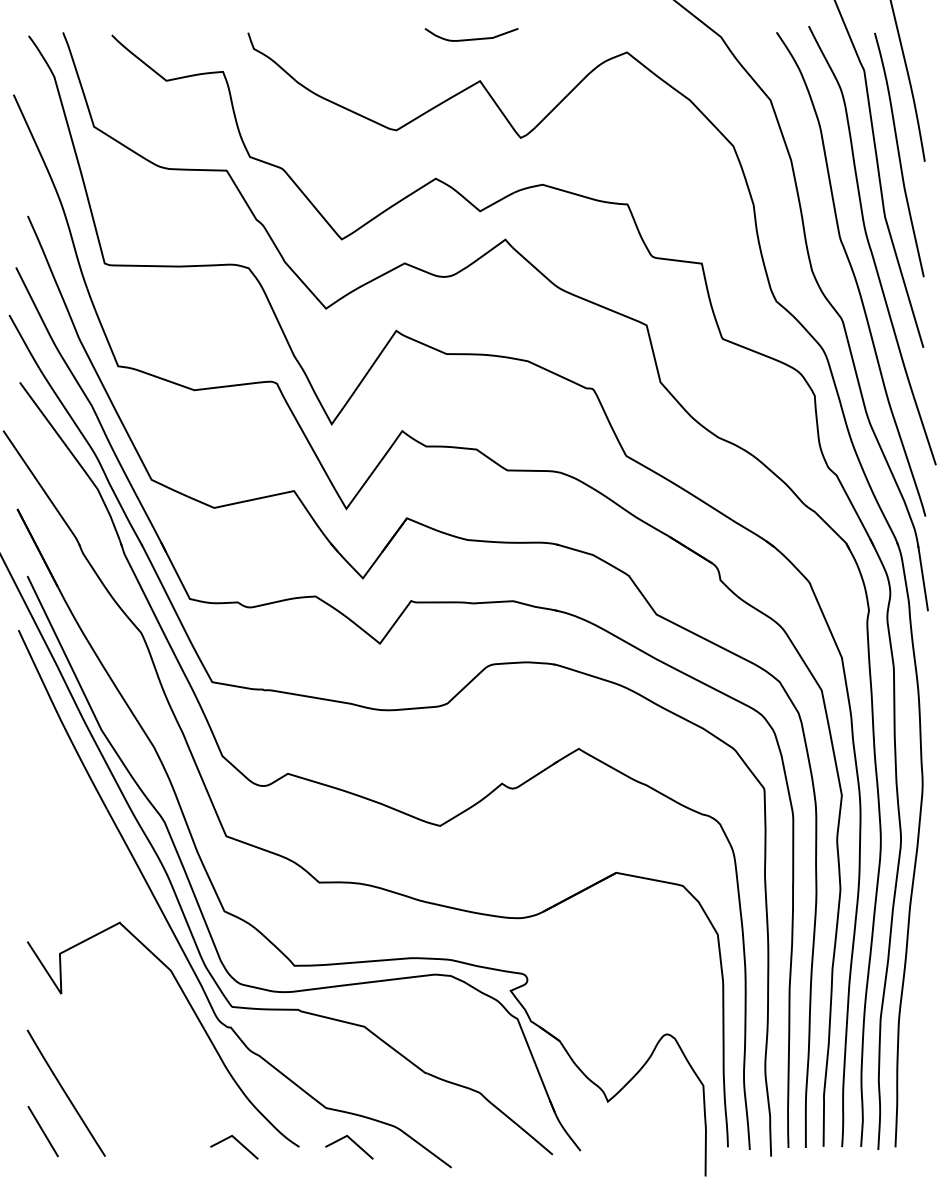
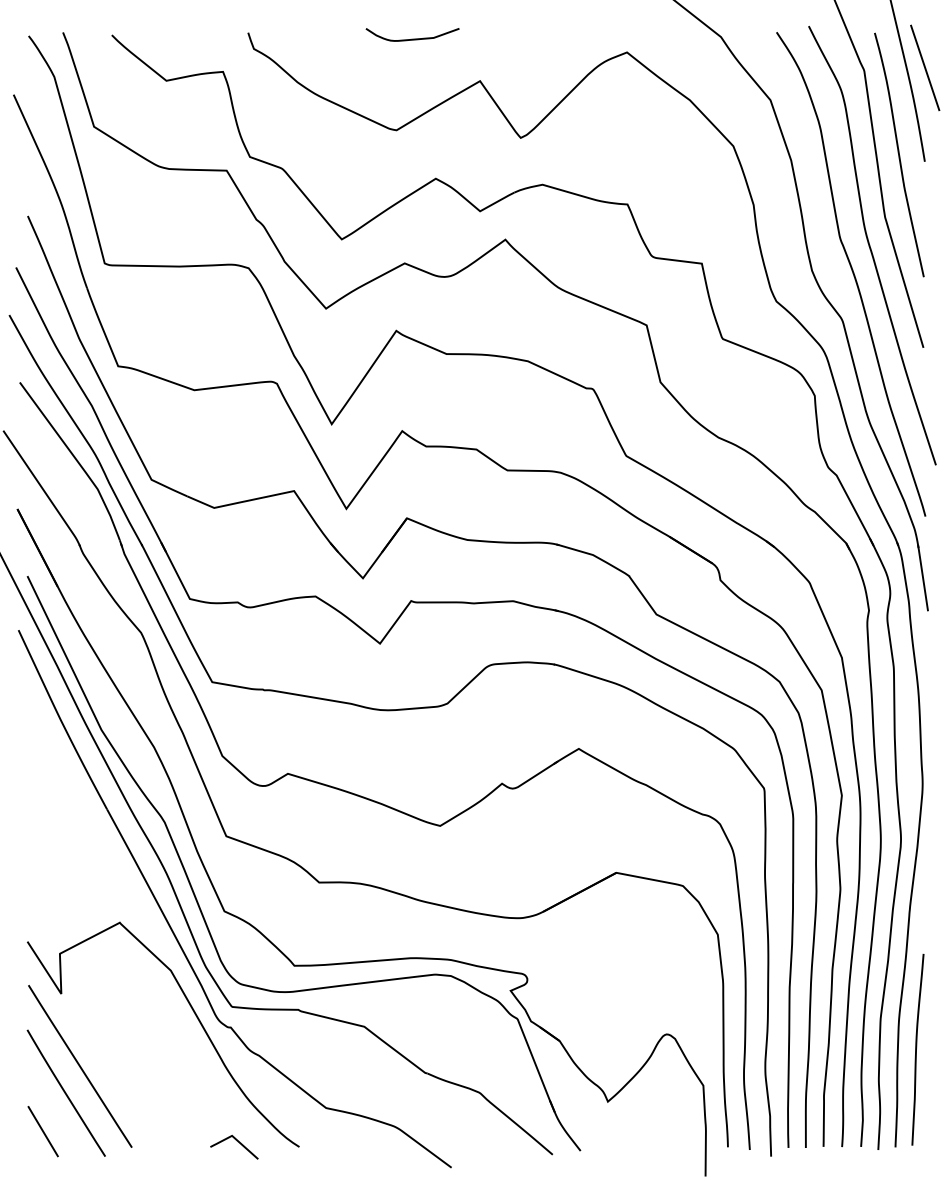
curve at (471, 38) position: (471, 38) -> (412, 38)
line at (925, 67): none -> present
curve at (916, 1049): none -> present
line at (80, 1066): none -> present
curve at (351, 1141): present -> none
